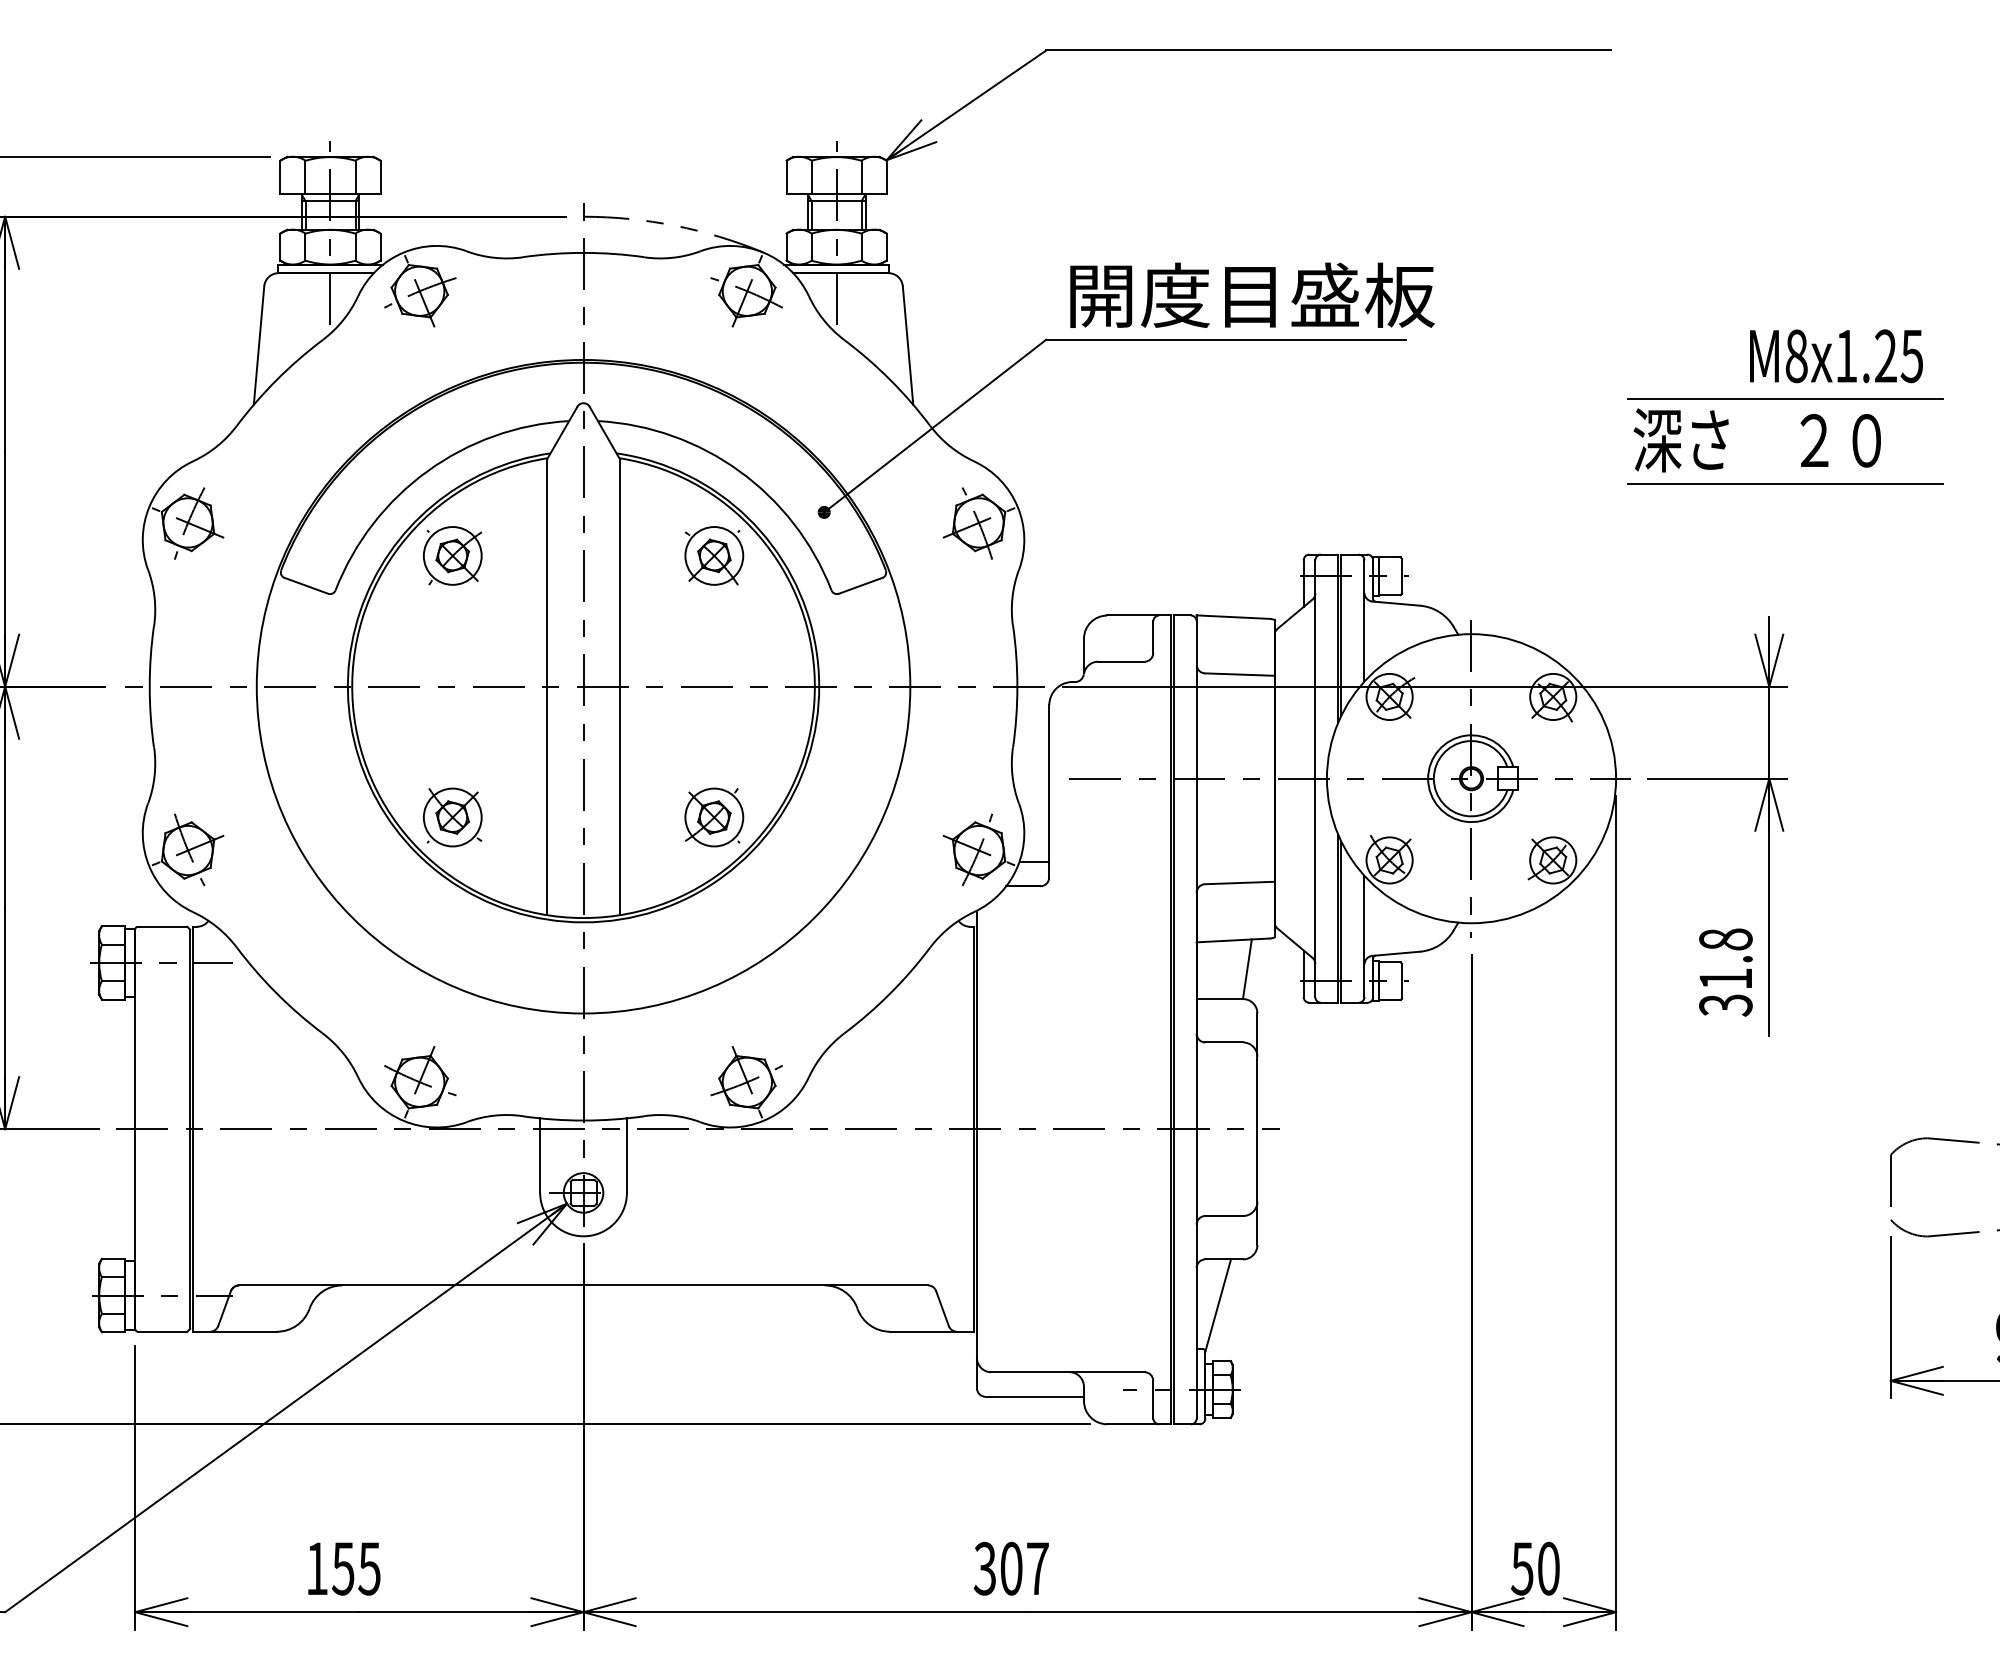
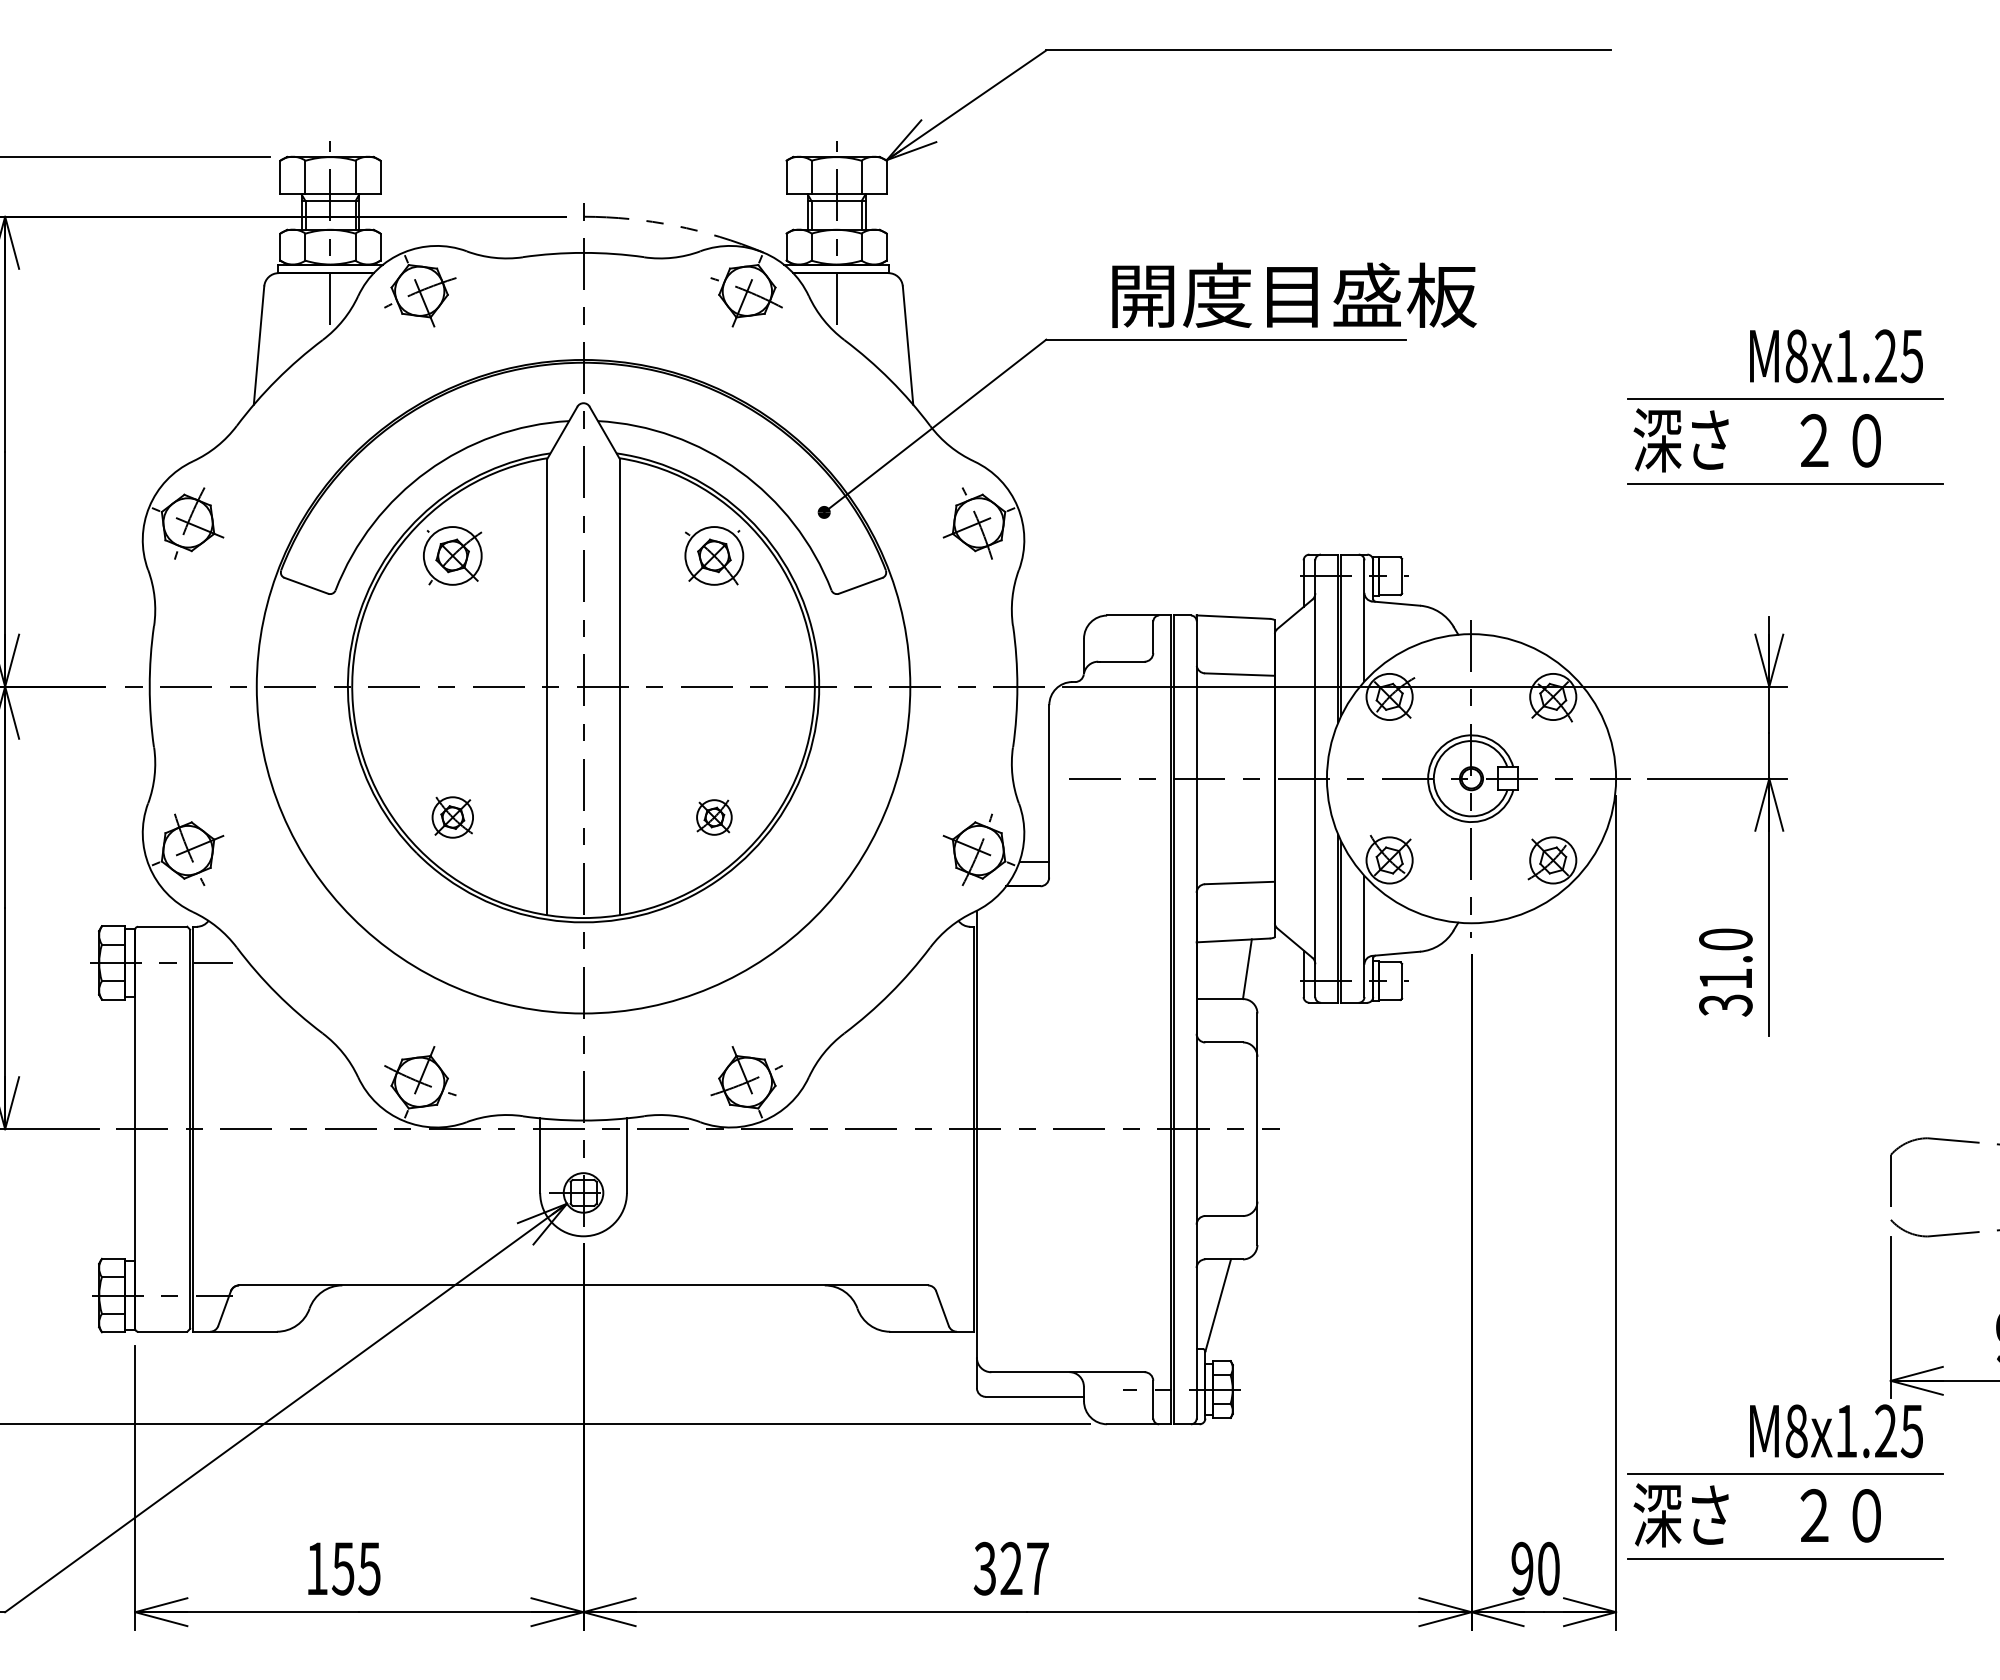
text at (1252, 294) position: (1252, 294) -> (1294, 294)
part at (452, 817) size: 60x61 px -> 43x43 px
part at (714, 817) size: 61x61 px -> 37x37 px
text at (1725, 939): 31.8 -> 31.0
part at (1785, 1474): none -> present
text at (1011, 1568): 307 -> 327
text at (1522, 1568): 50 -> 90
